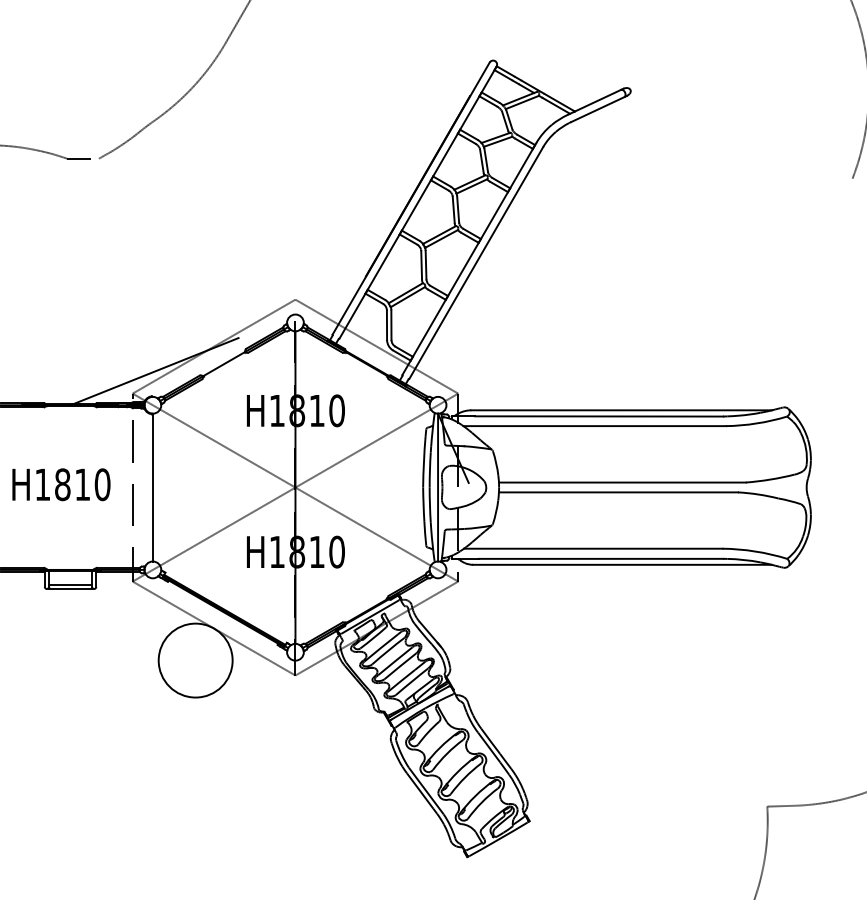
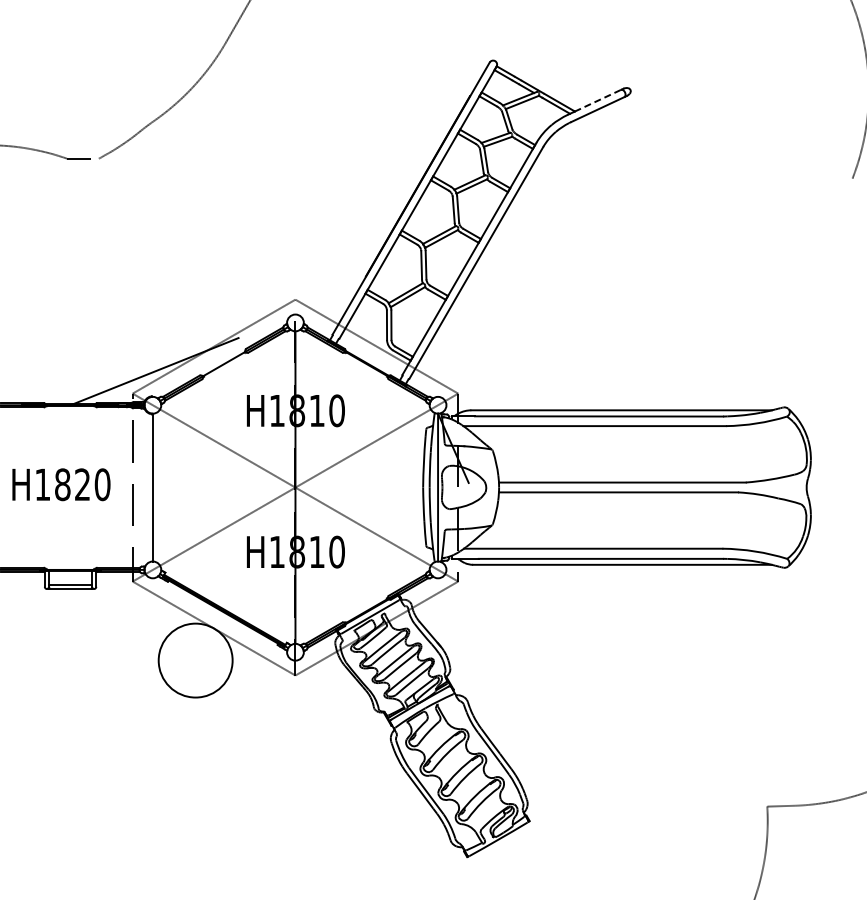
line at (597, 100): solid -> dashed
text at (82, 484): H1810 -> H1820
